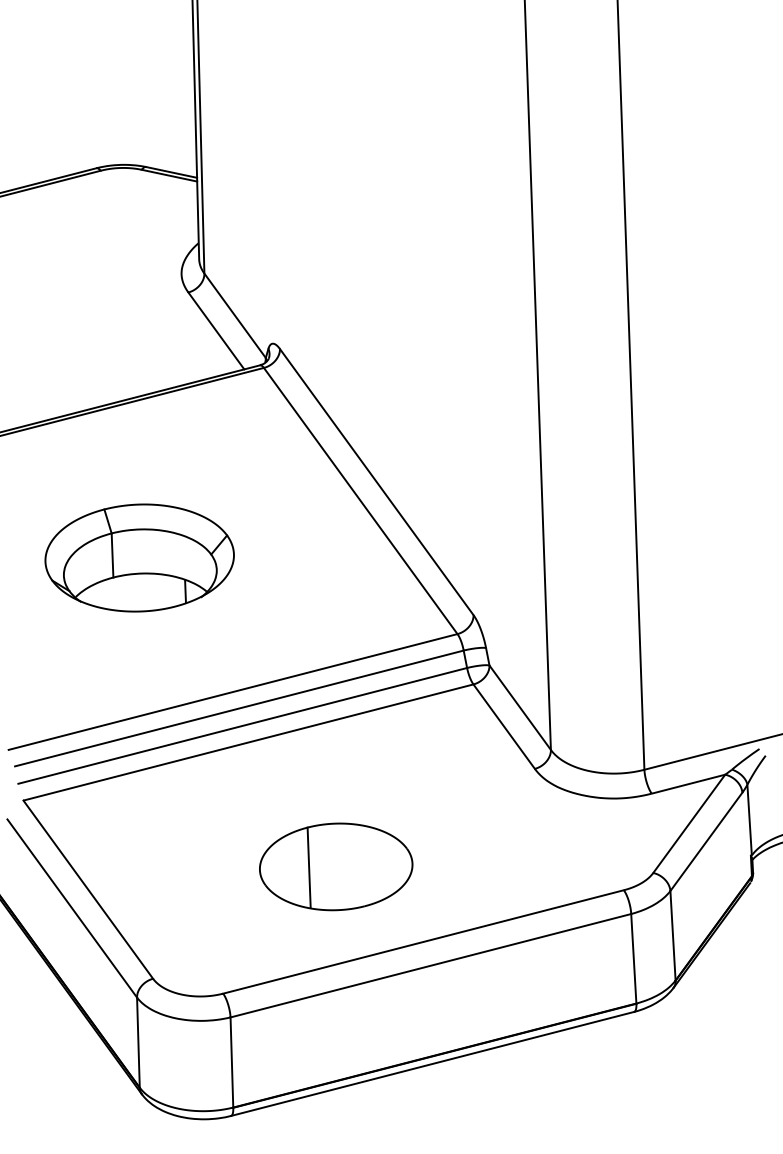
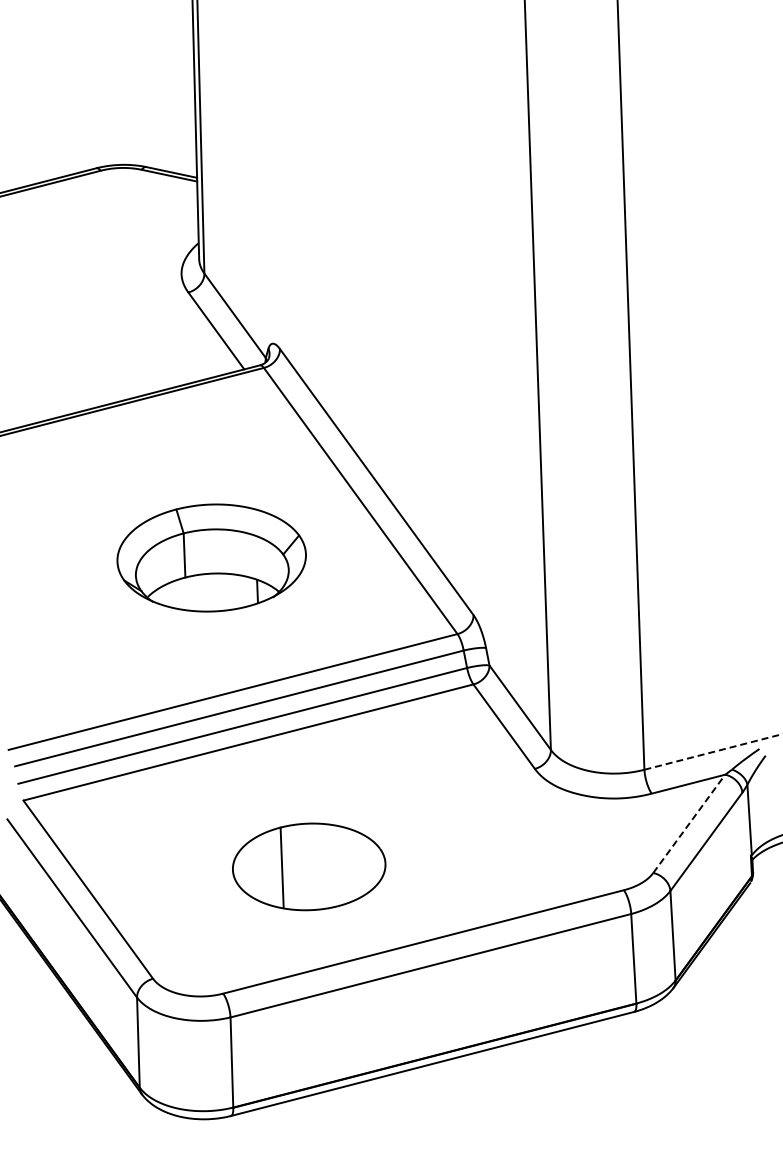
part at (139, 557) position: (139, 557) -> (211, 557)
line at (713, 751): solid -> dashed
line at (689, 823): solid -> dashed
part at (336, 866) position: (336, 866) -> (309, 866)
